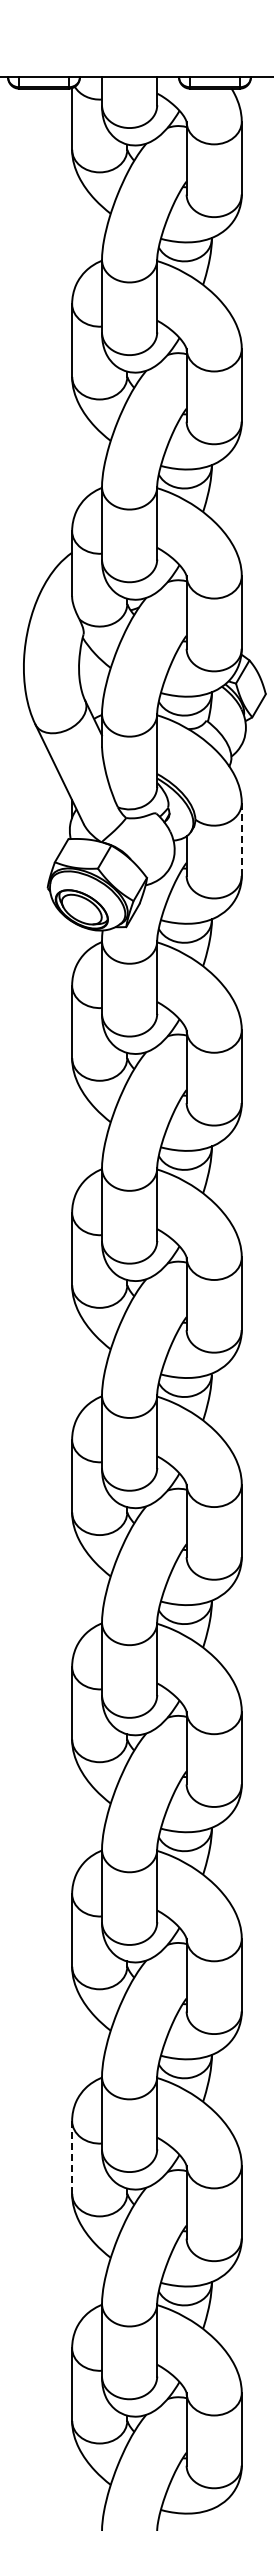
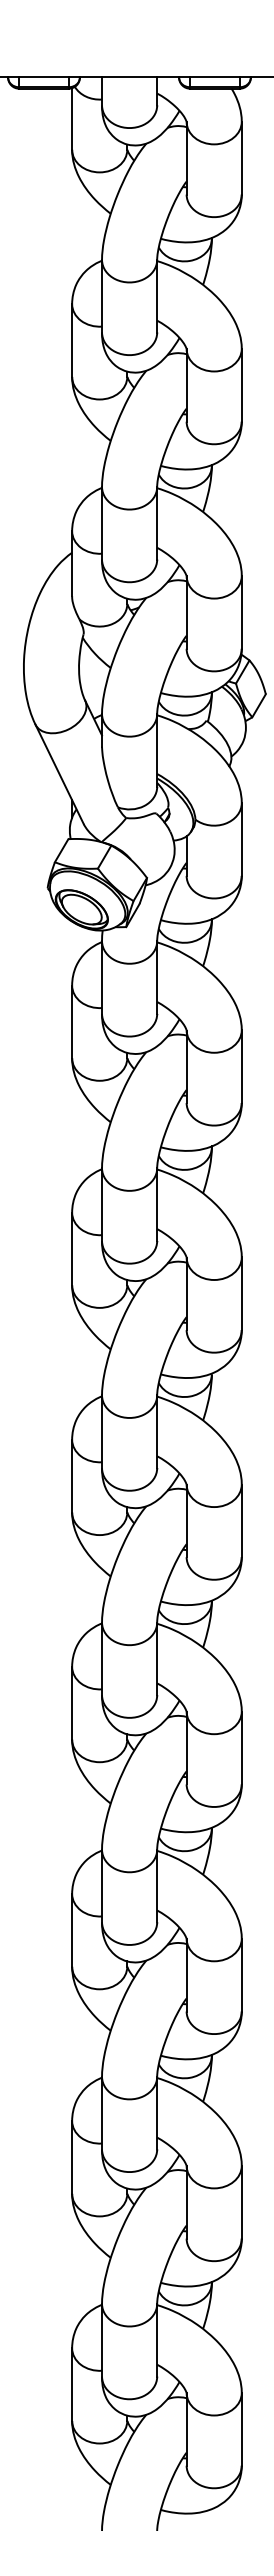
line at (241, 840): dashed -> solid
line at (72, 2156): dashed -> solid
